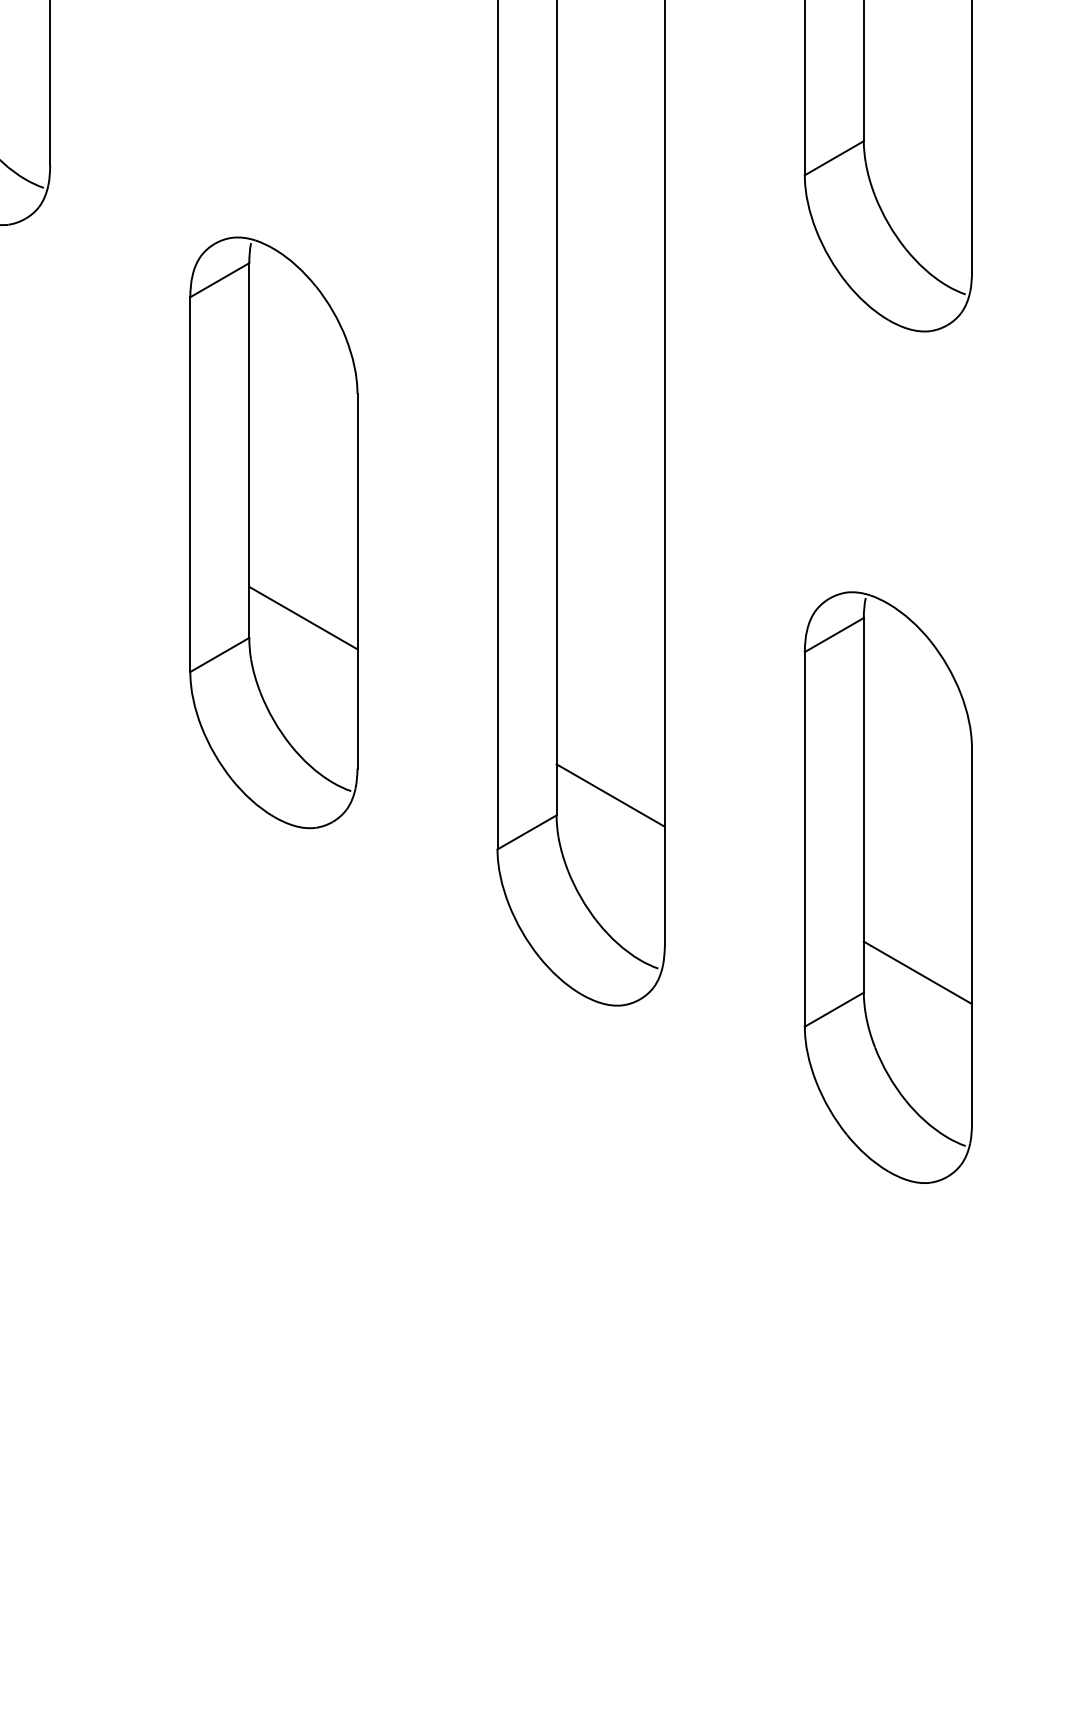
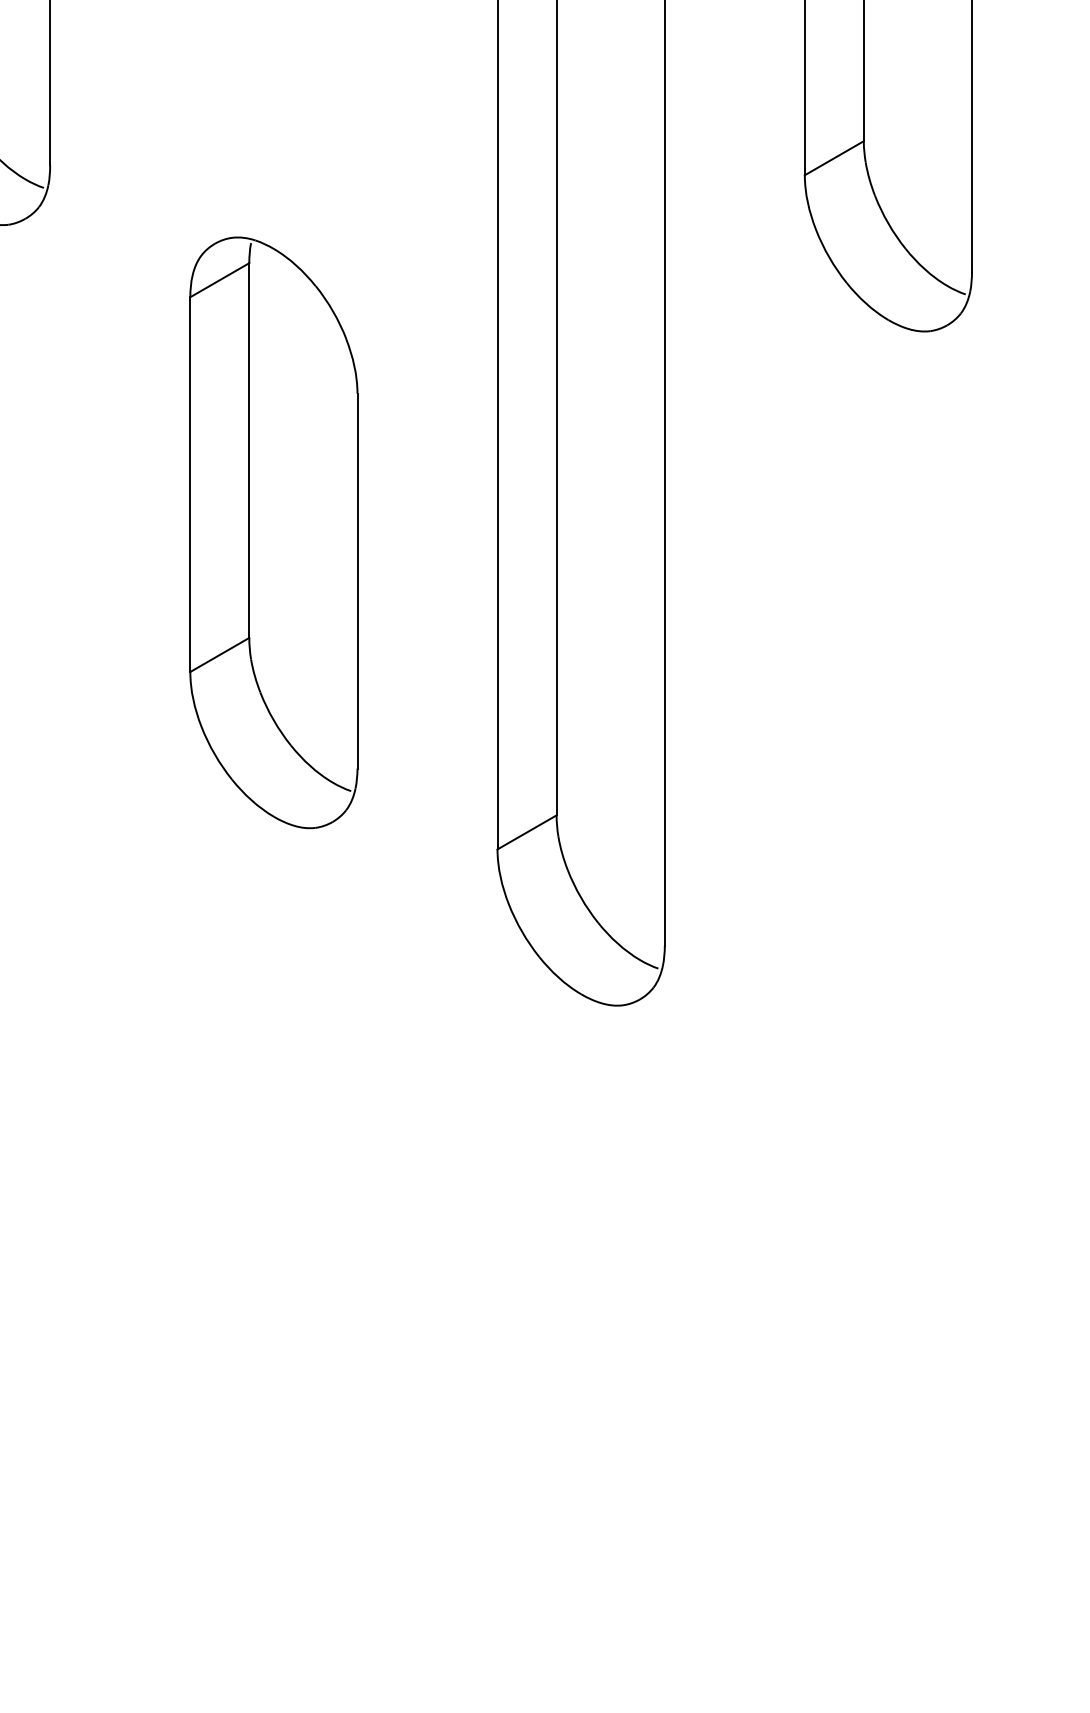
line at (303, 617): present -> none
line at (610, 795): present -> none
part at (887, 887): present -> none
